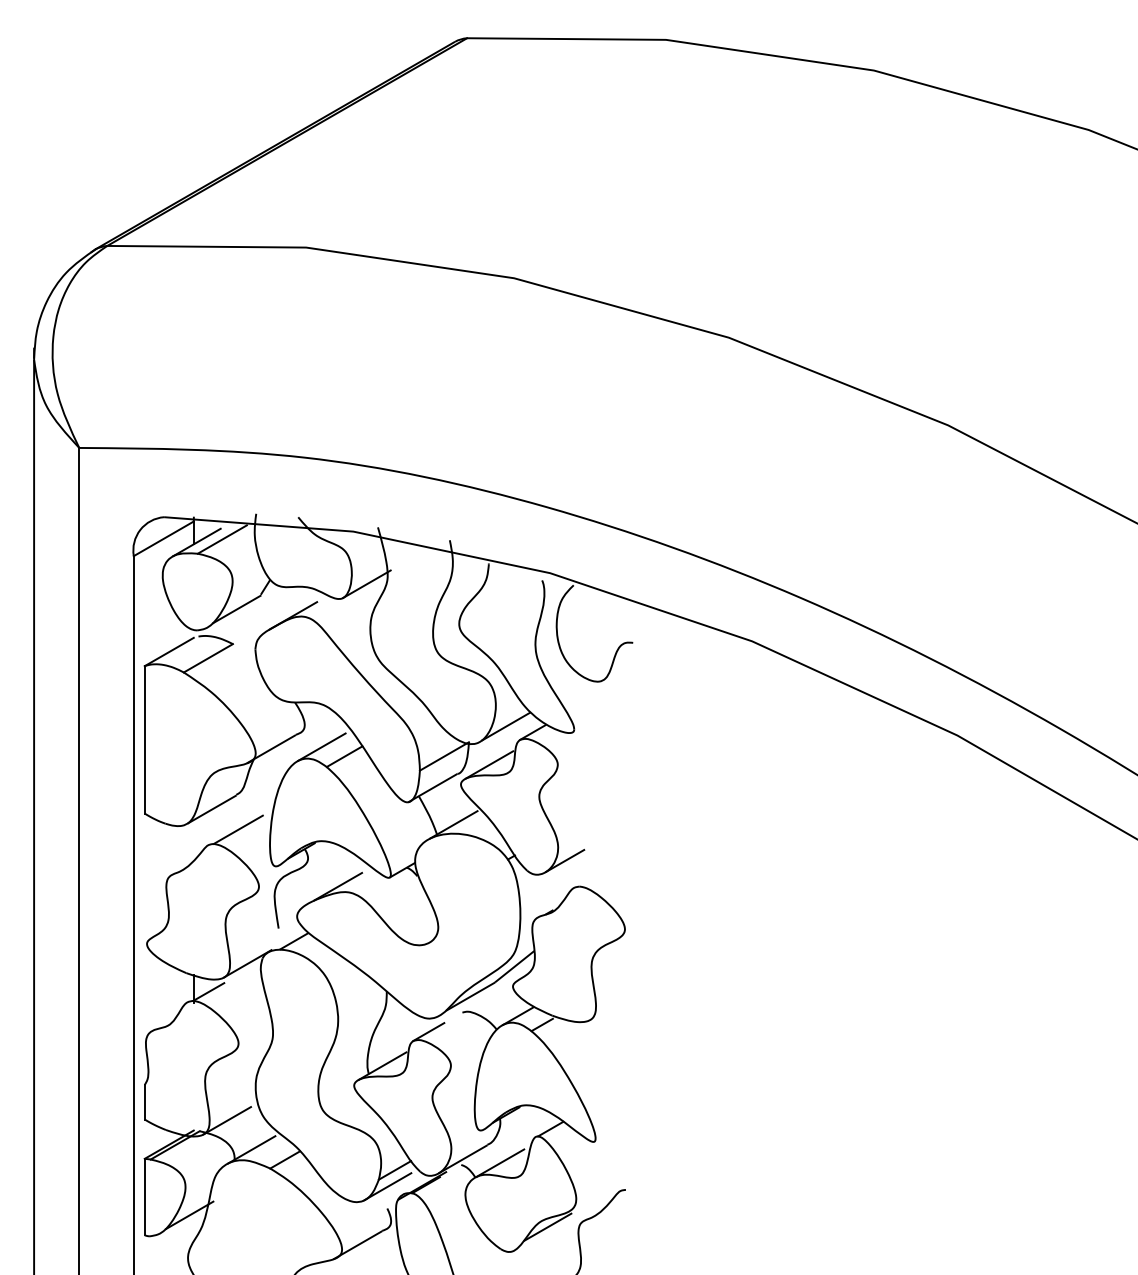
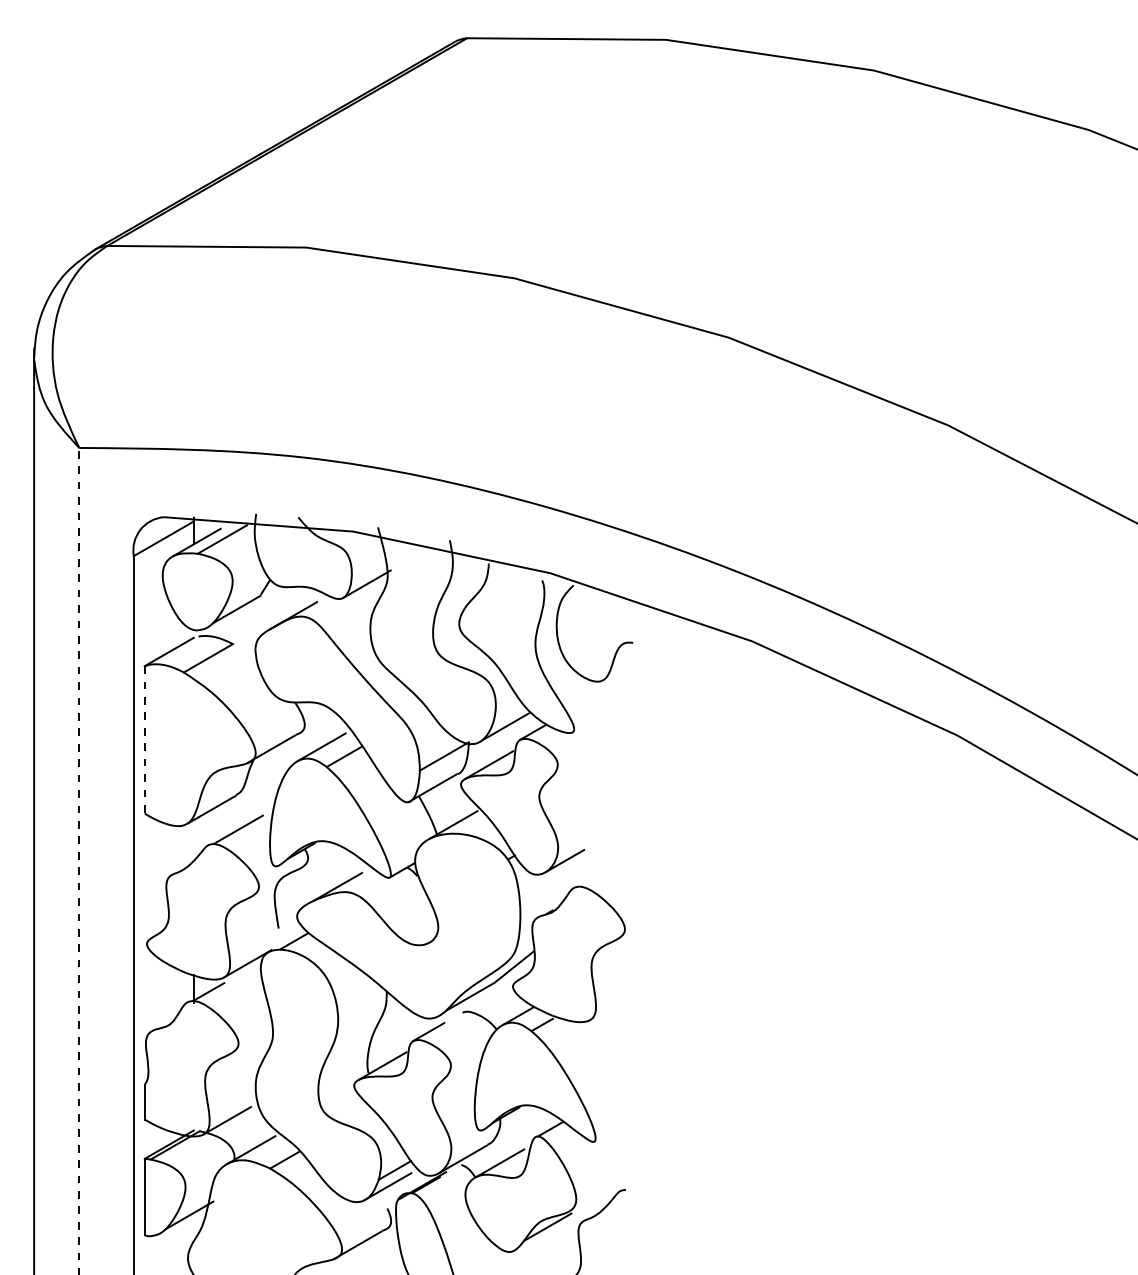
line at (144, 739): solid -> dashed
line at (79, 860): solid -> dashed
